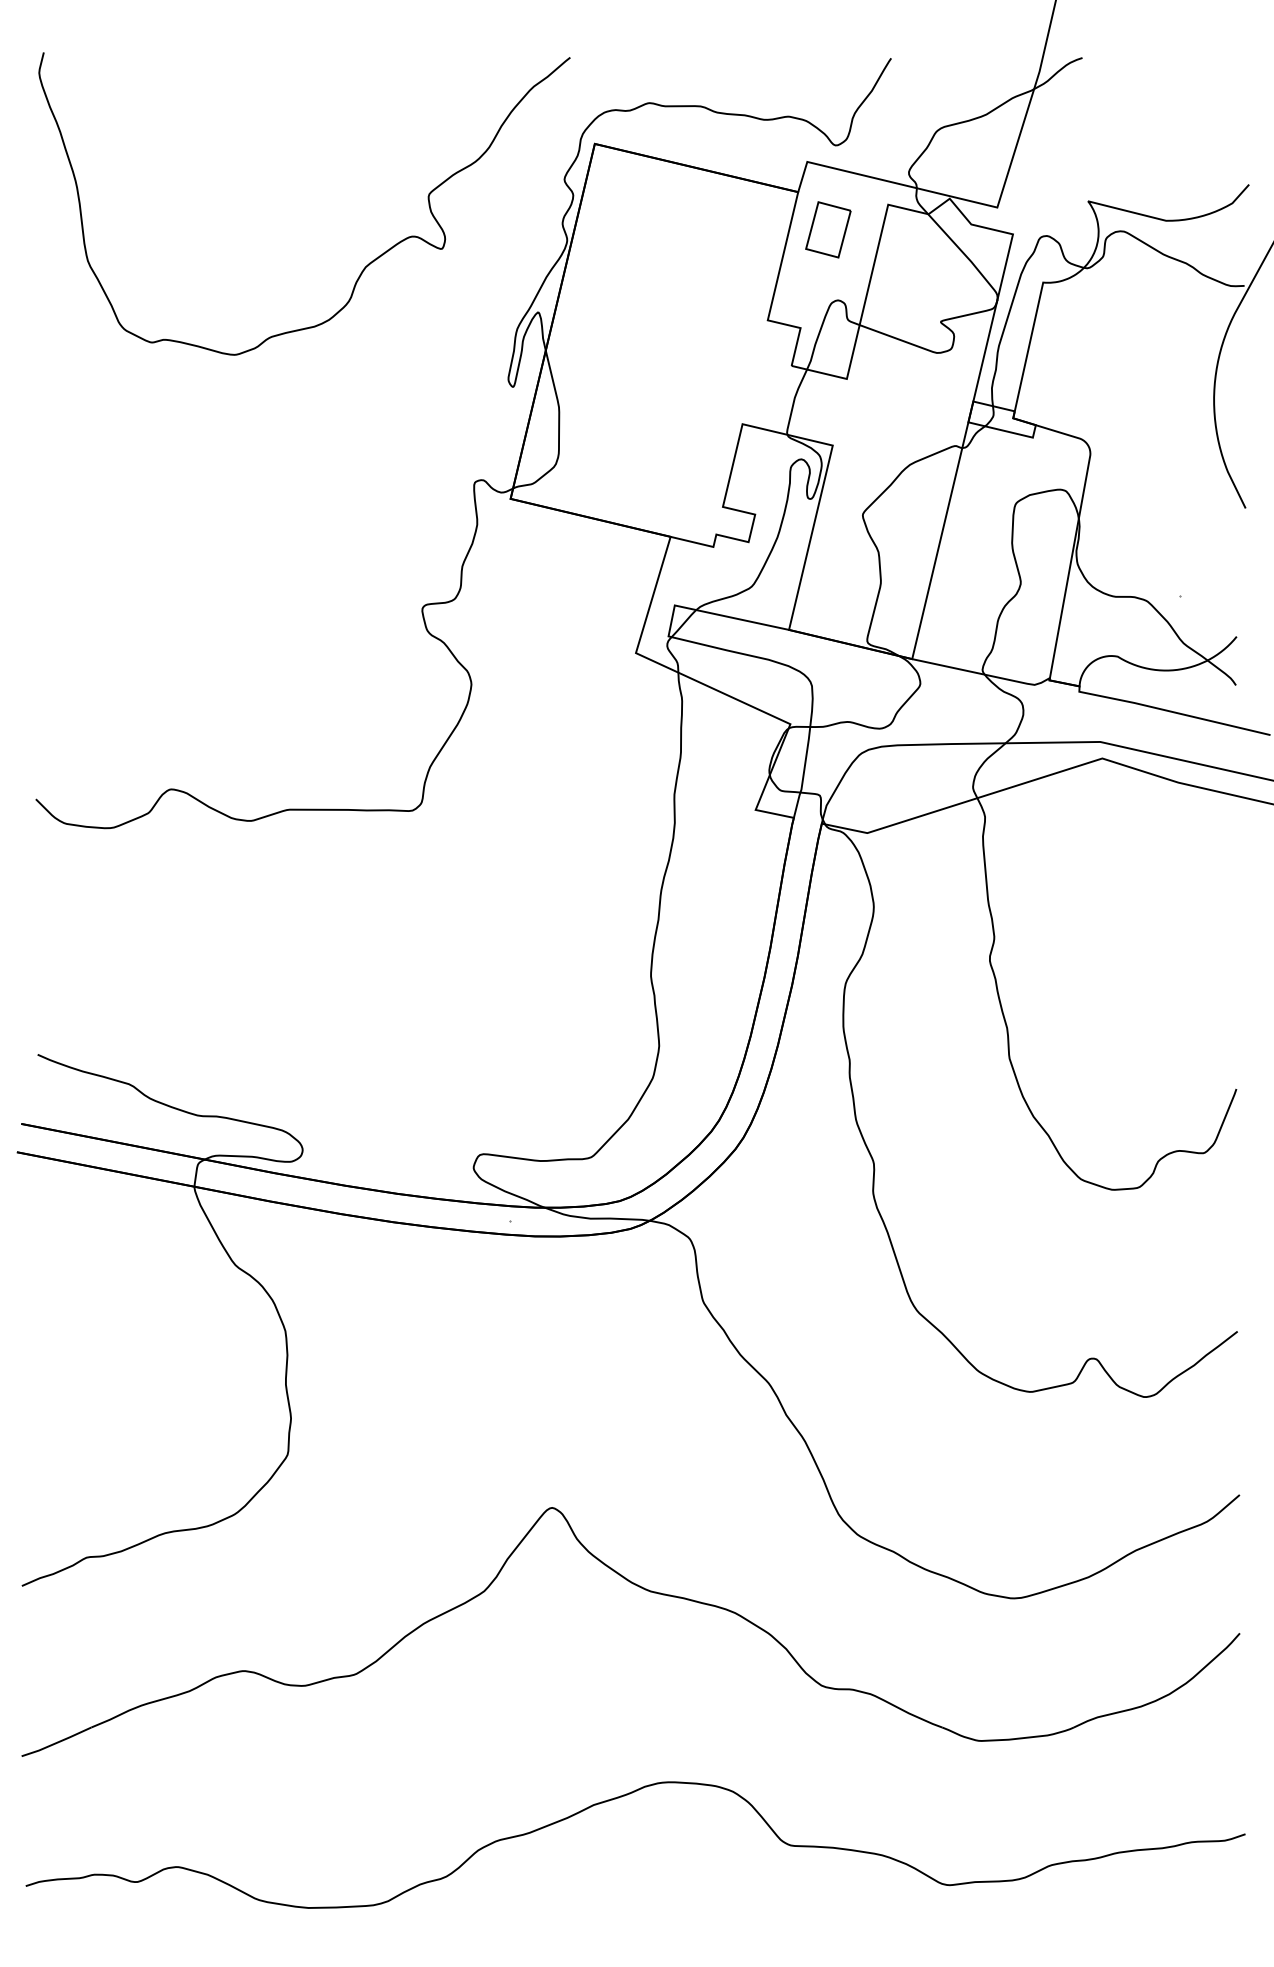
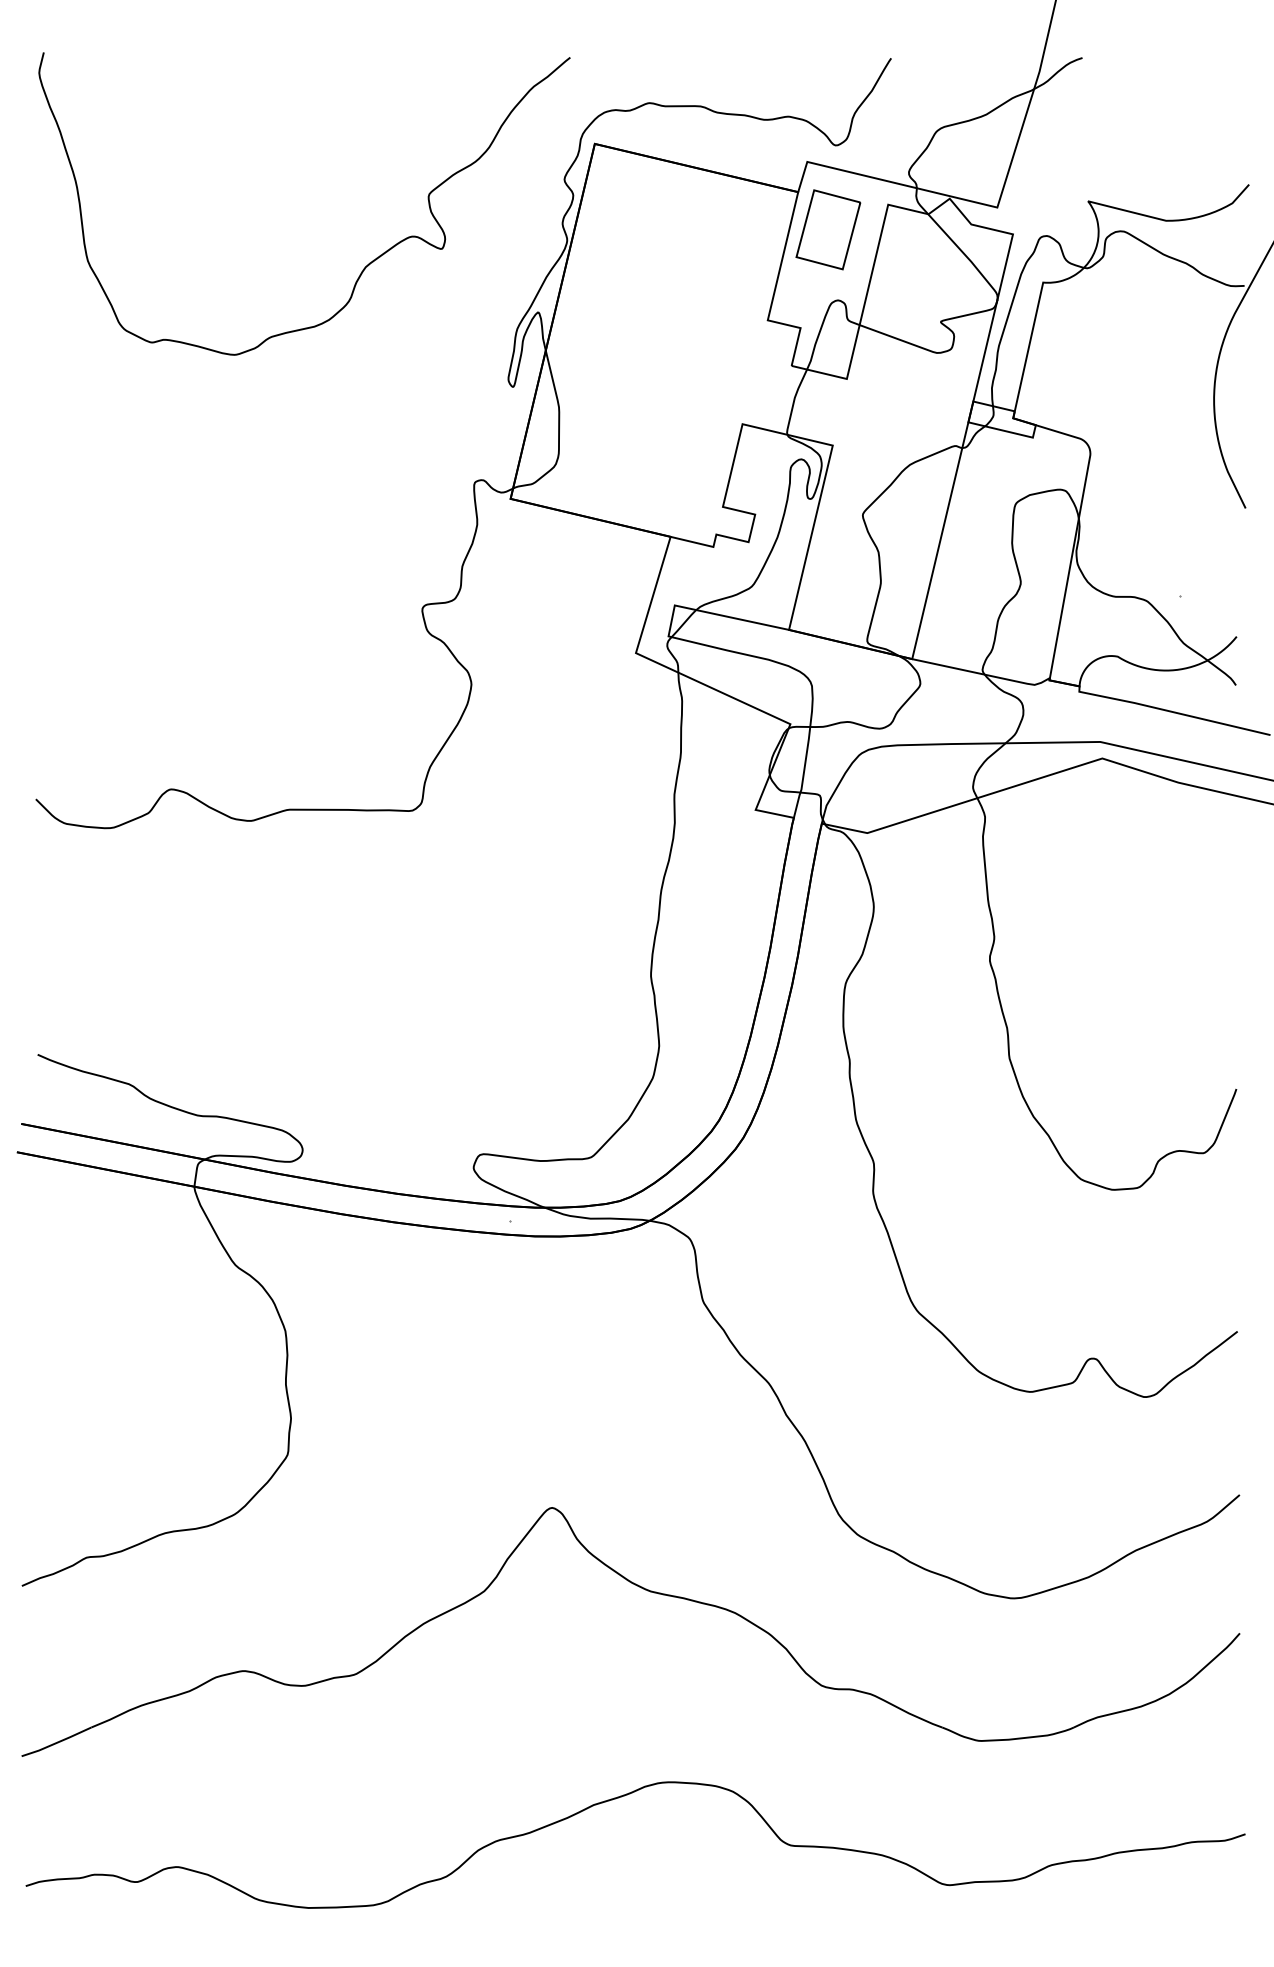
part at (828, 229) size: 47x58 px -> 67x82 px
